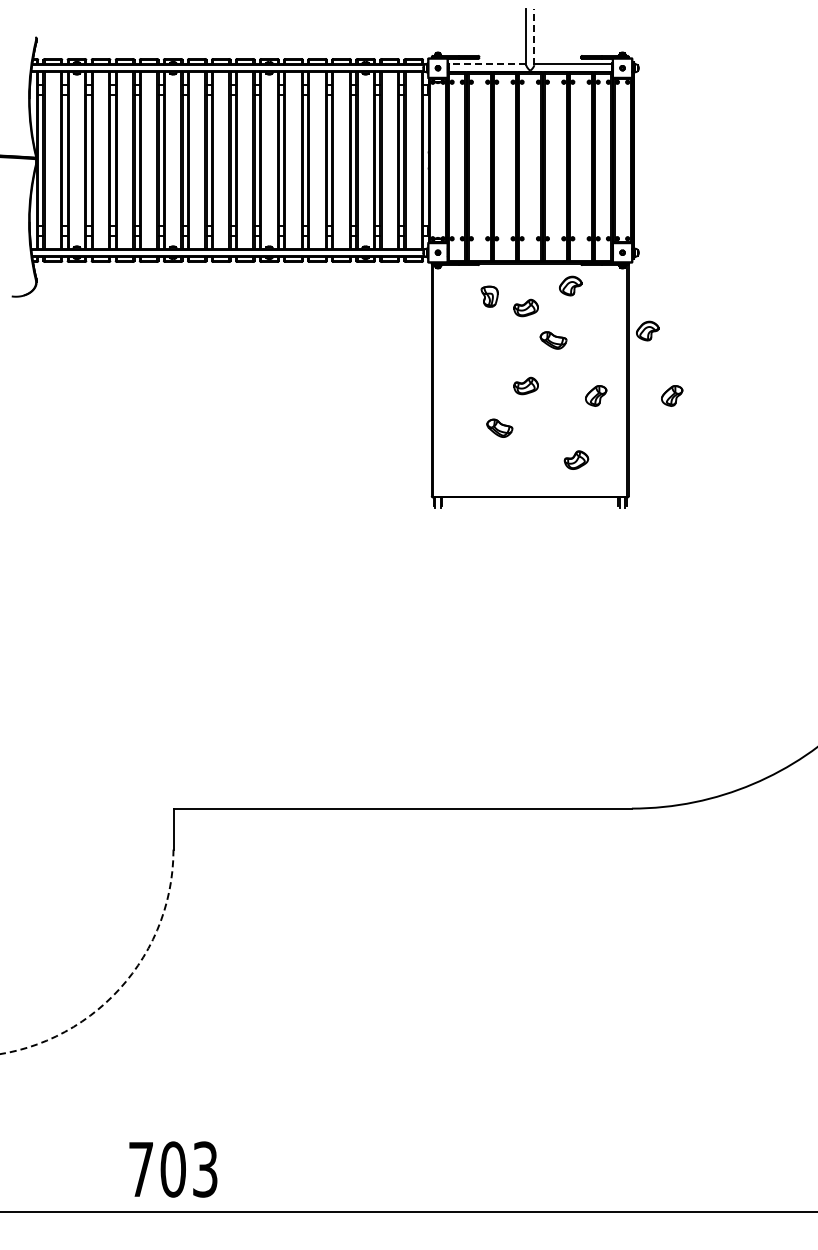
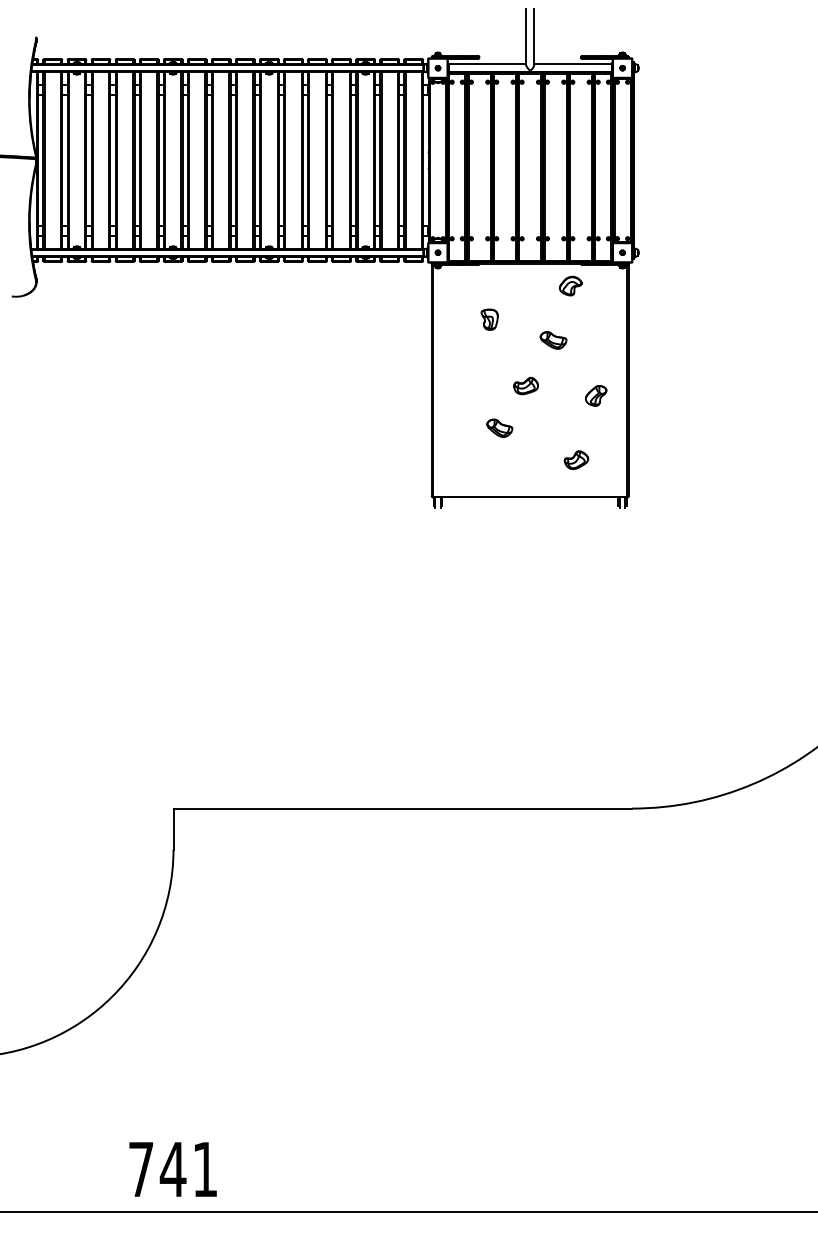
line at (534, 36): dashed -> solid
line at (487, 64): dashed -> solid
part at (489, 296) position: (489, 296) -> (489, 319)
part at (525, 307): present -> none
part at (647, 330): present -> none
part at (672, 395): present -> none
arc at (124, 983): dashed -> solid
text at (188, 1169): 703 -> 741
